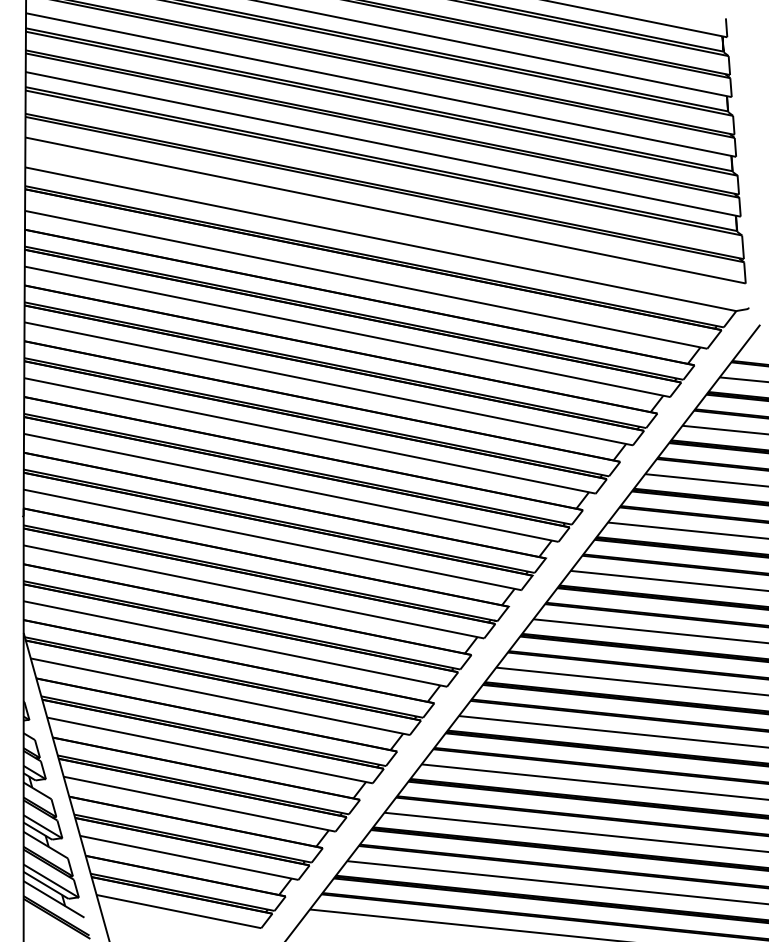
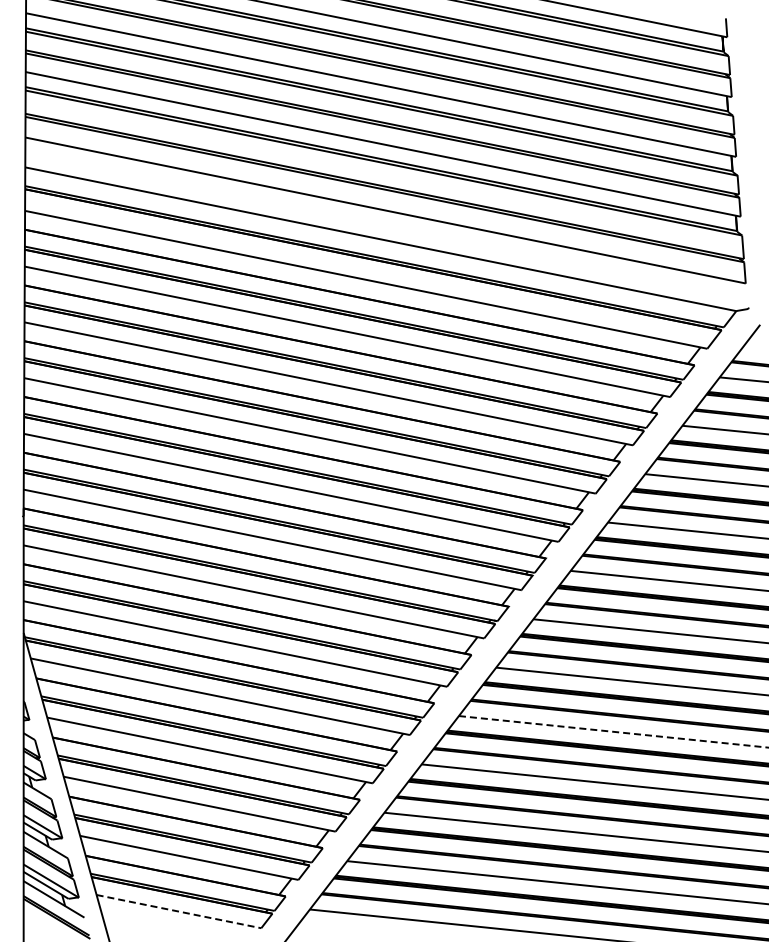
line at (614, 731): solid -> dashed
line at (179, 911): solid -> dashed
